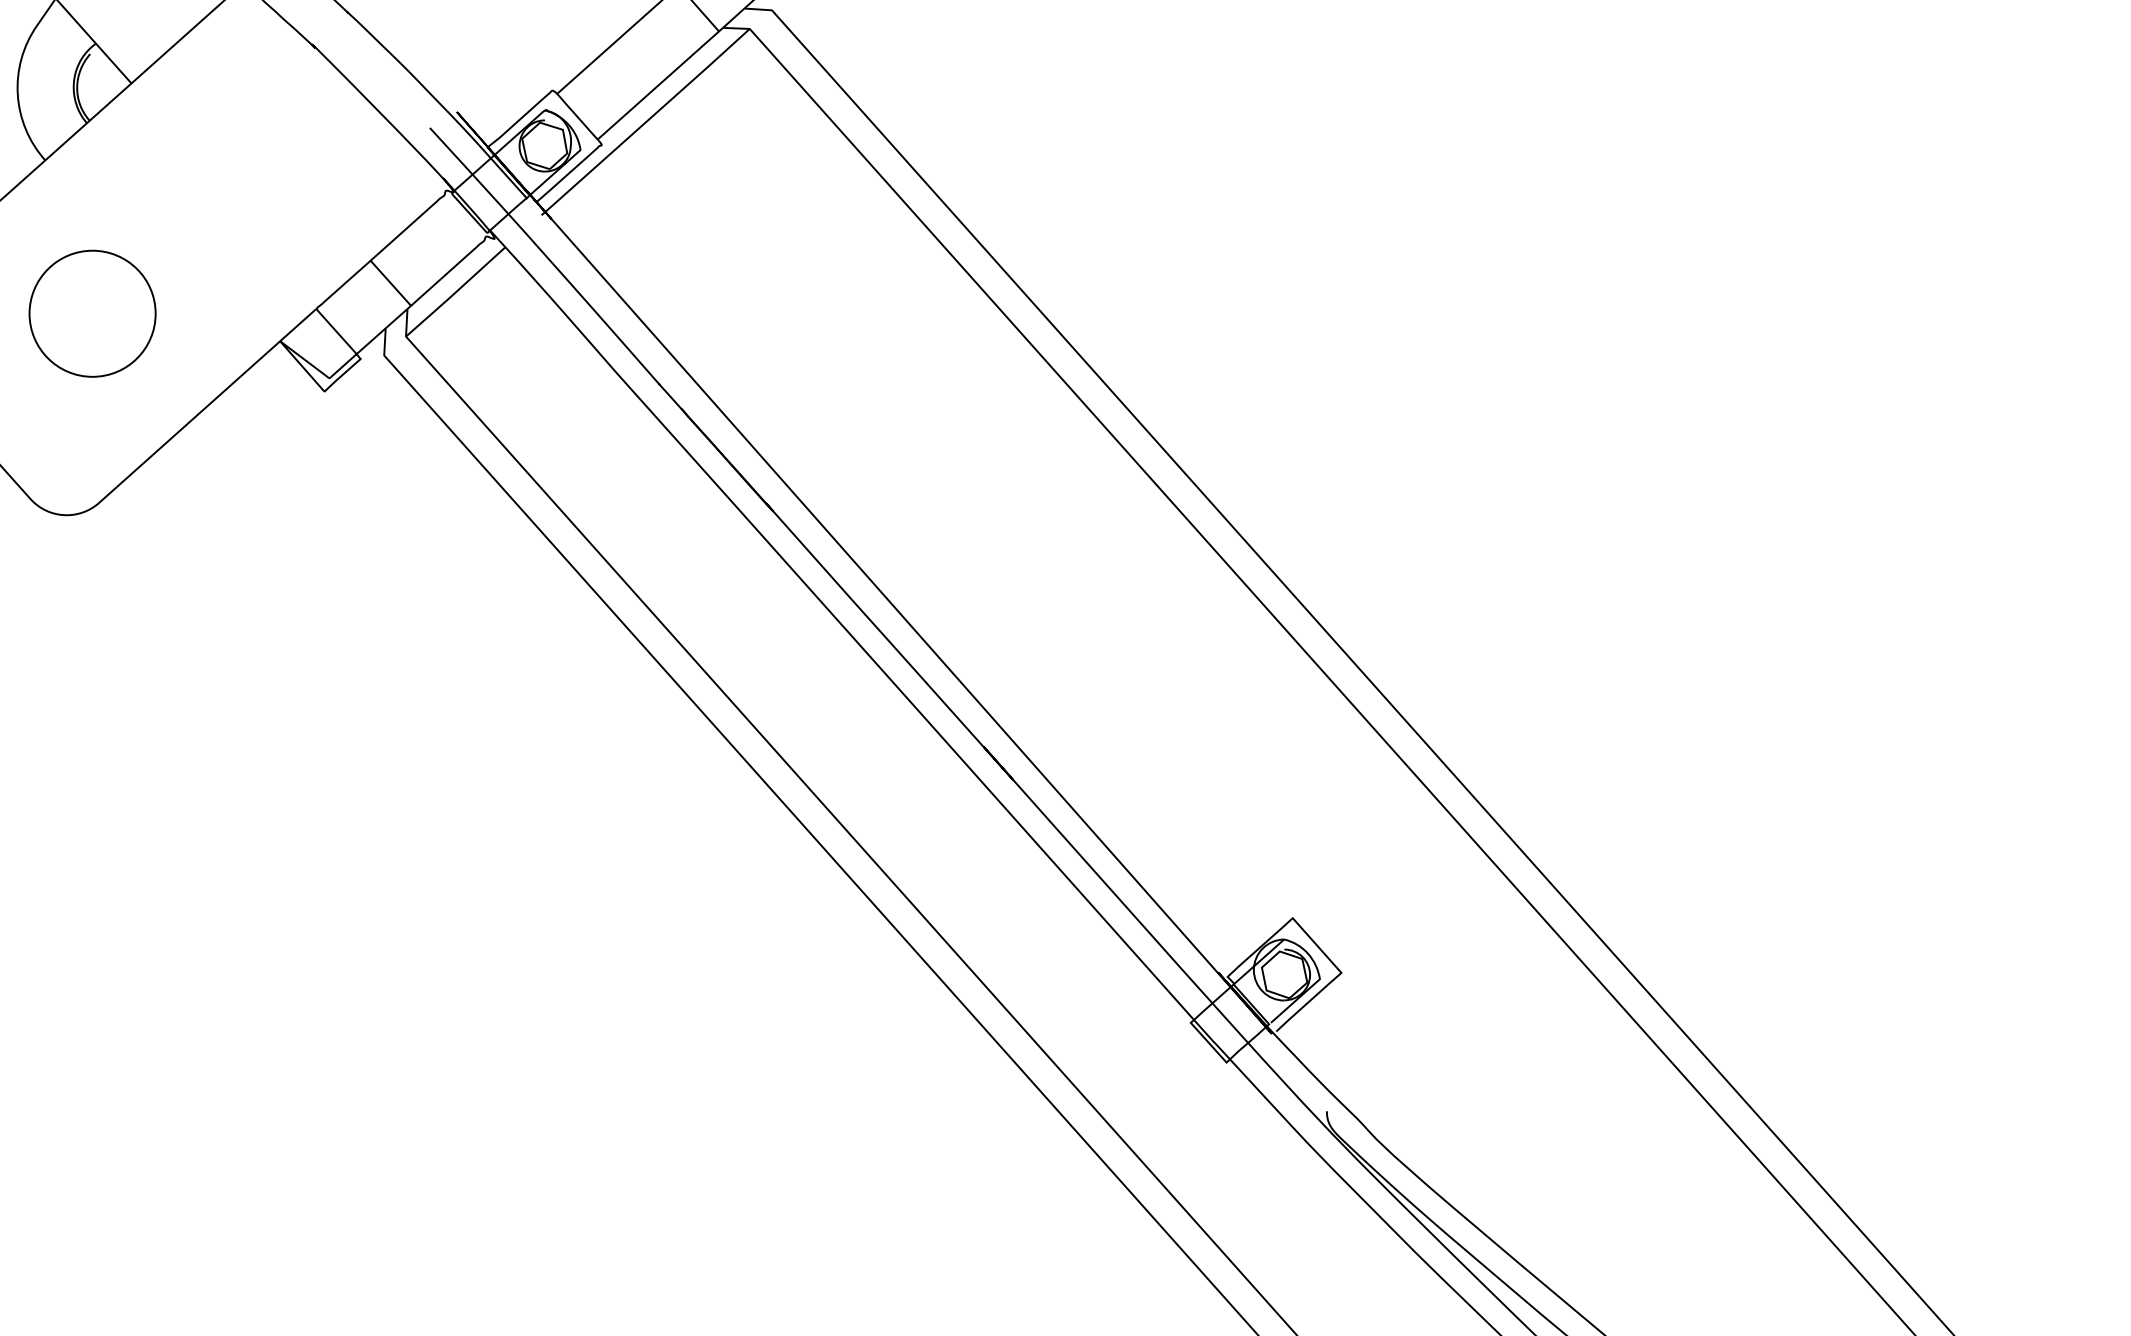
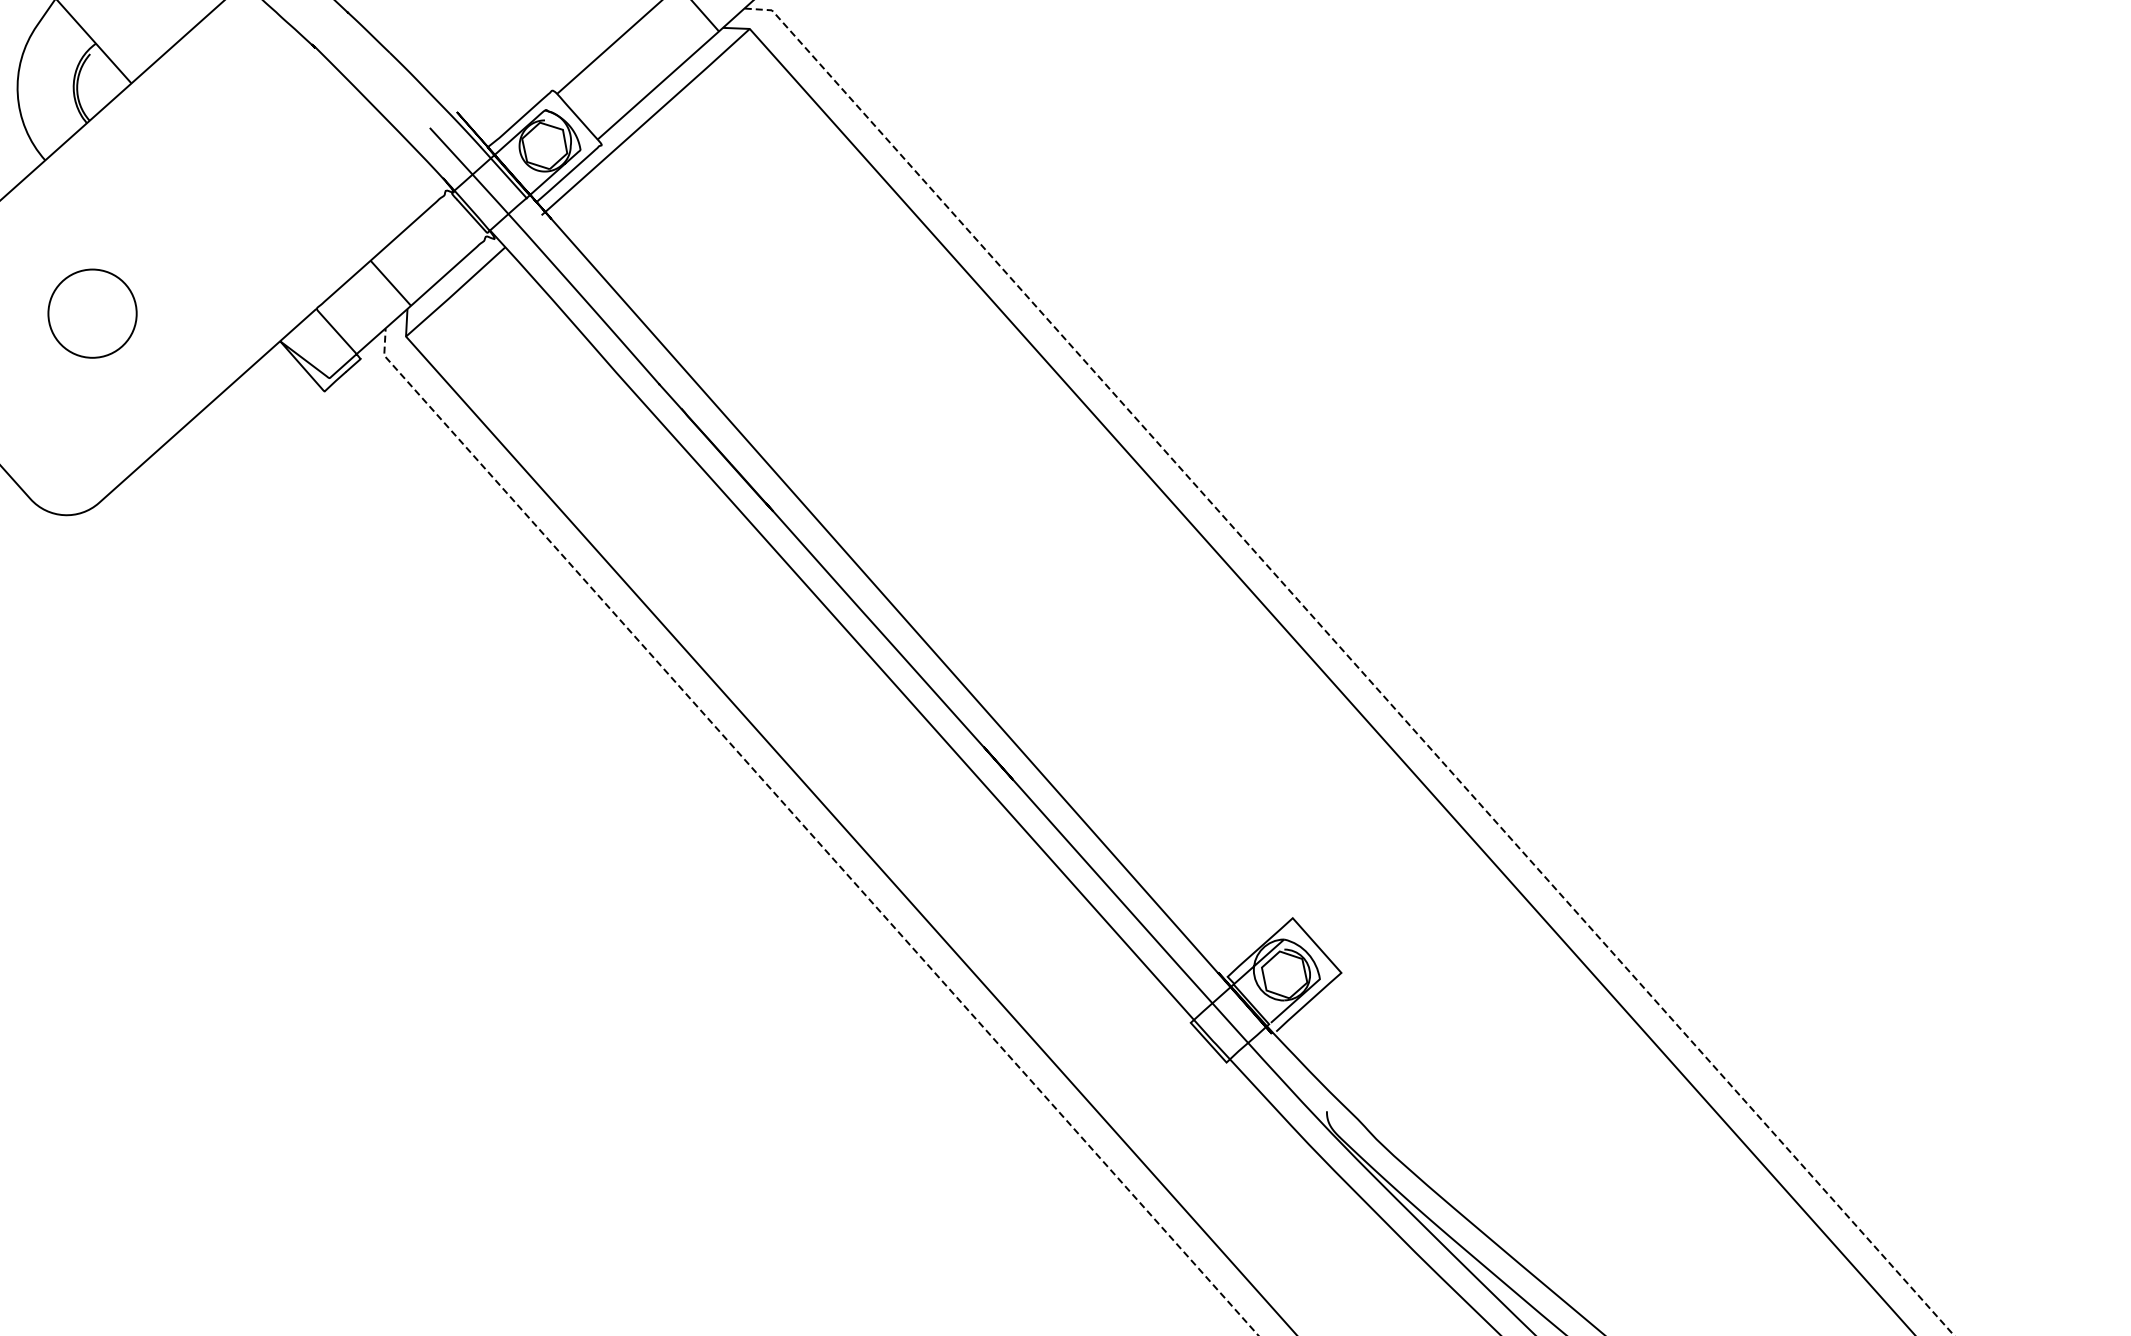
circle at (92, 313) size: 129x129 px -> 91x91 px
line at (1353, 662): solid -> dashed
line at (812, 835): solid -> dashed
